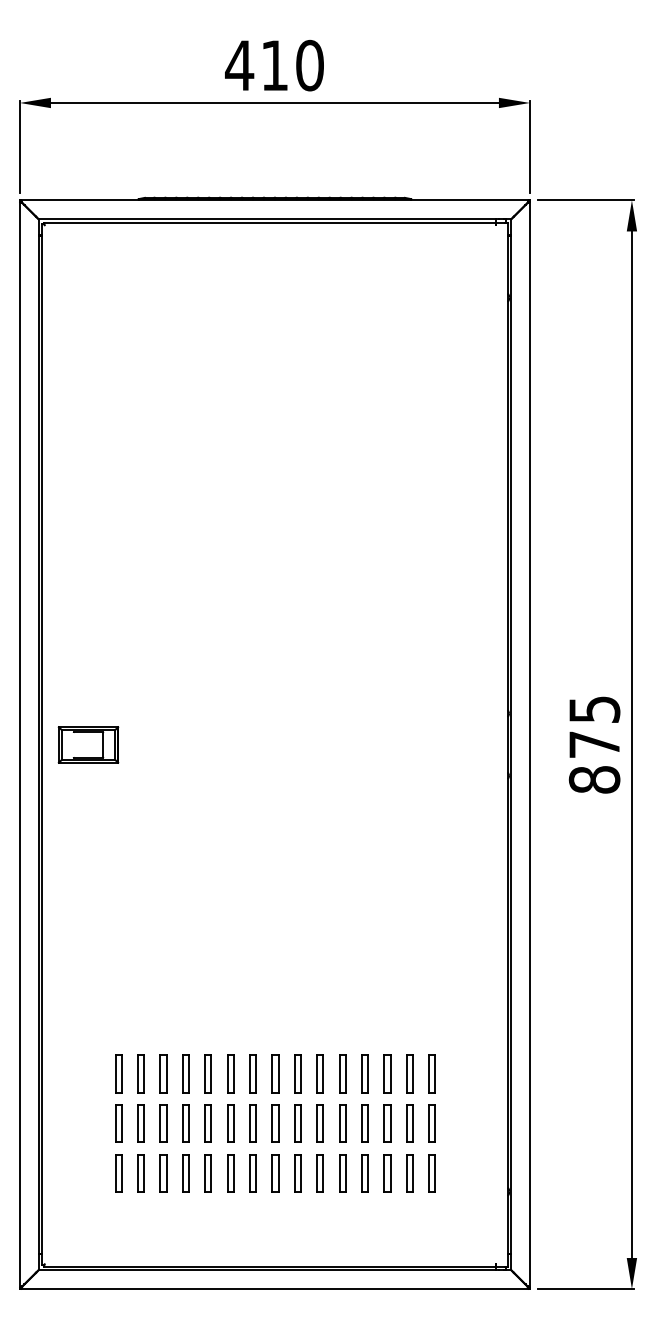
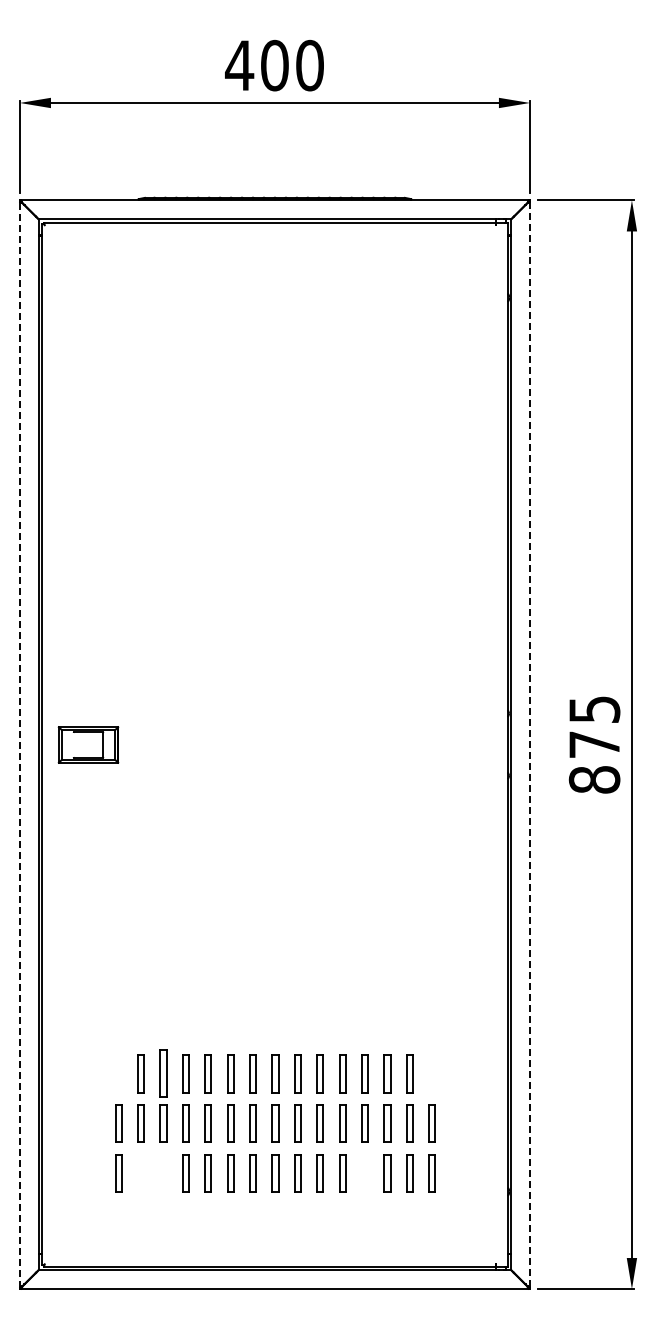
text at (274, 65): 410 -> 400
line at (19, 744): solid -> dashed
line at (530, 744): solid -> dashed
part at (118, 1073): present -> none
part at (163, 1073) size: 9x40 px -> 9x49 px
part at (431, 1073): present -> none
part at (140, 1173): present -> none
part at (163, 1173): present -> none
part at (364, 1173): present -> none
